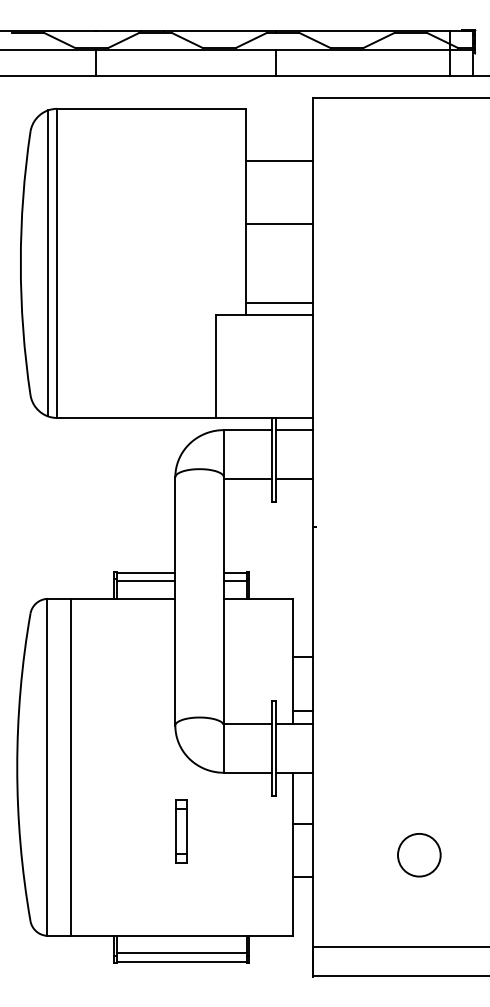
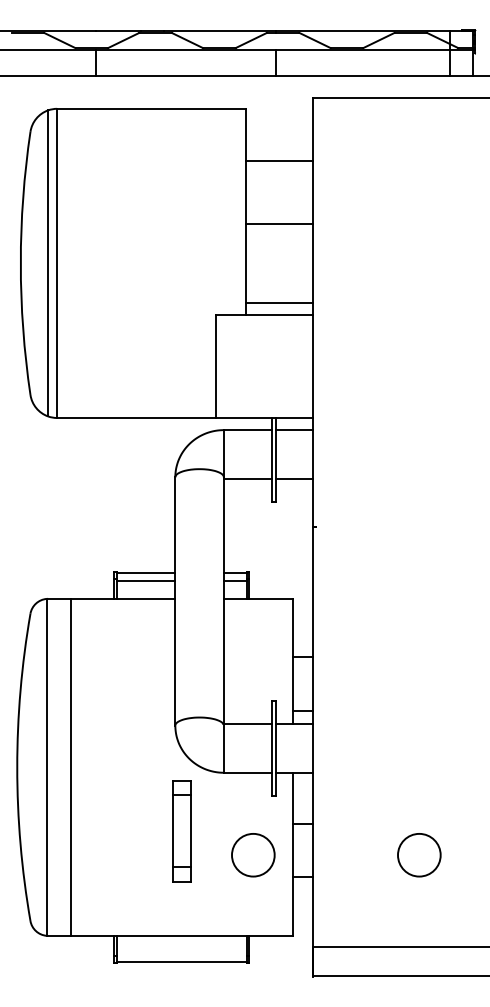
part at (181, 831) size: 13x65 px -> 20x103 px
circle at (253, 855): none -> present
line at (181, 953): present -> none
